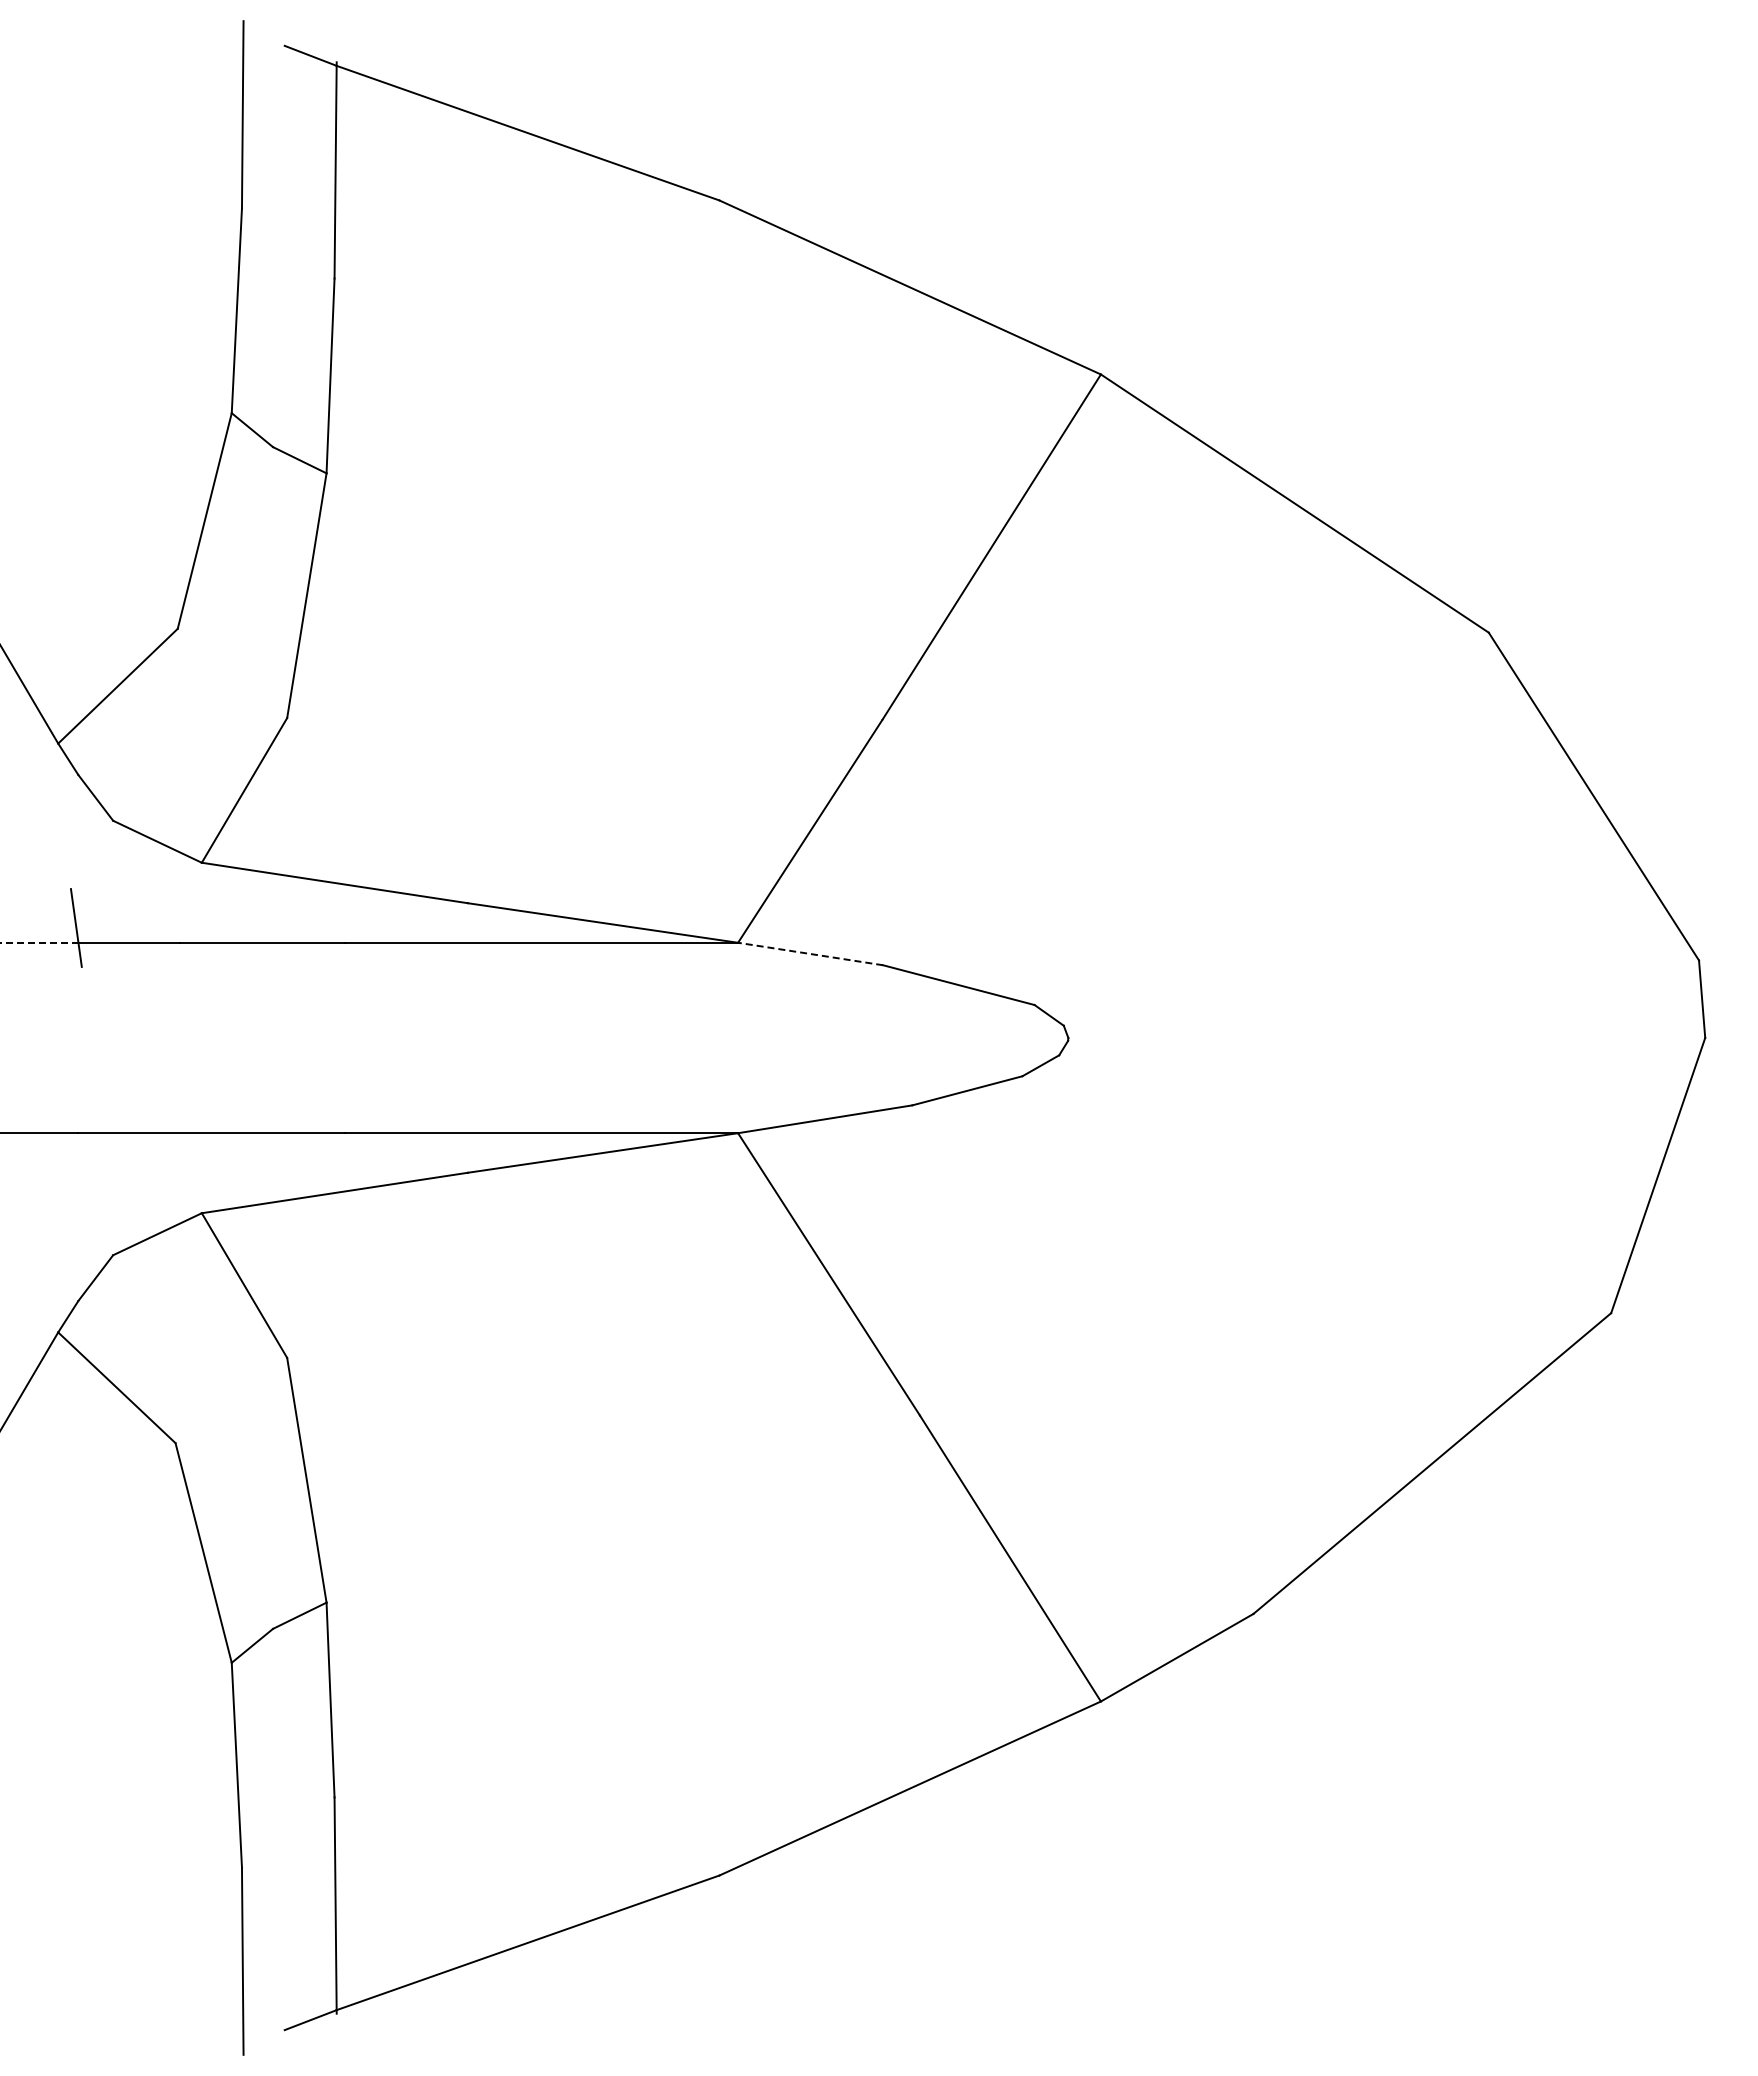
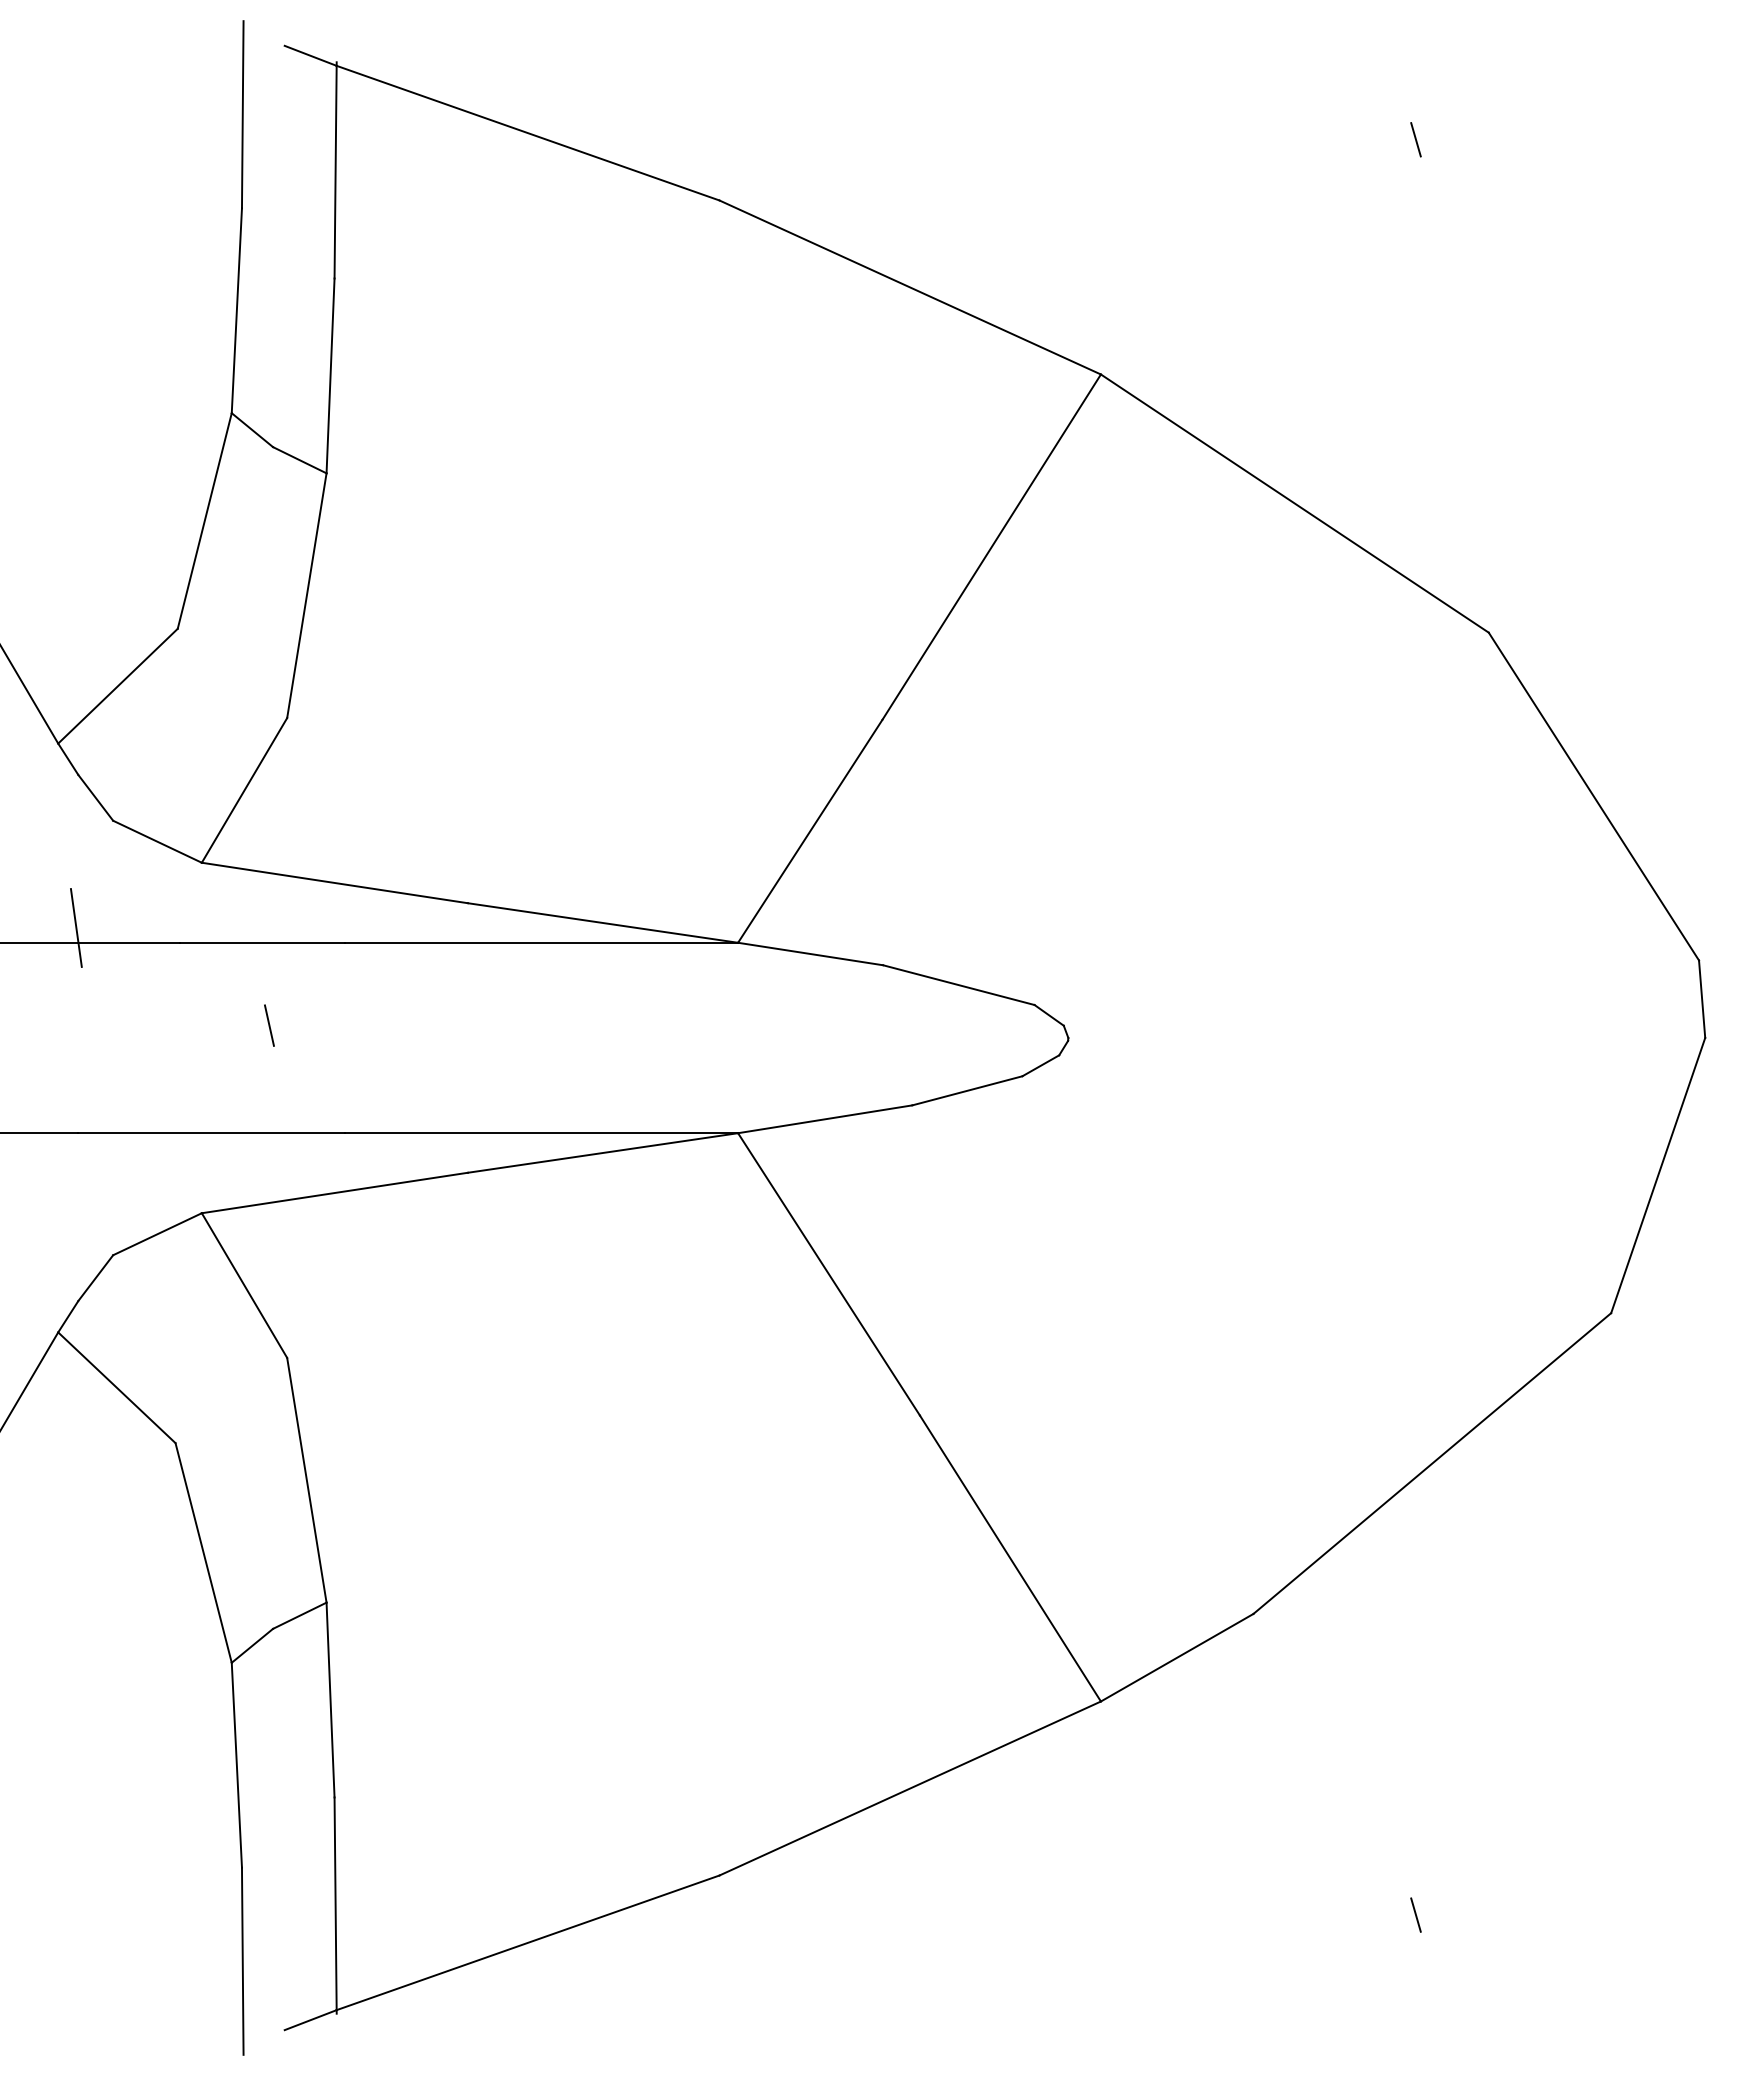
line at (1415, 139): none -> present
line at (39, 942): dashed -> solid
line at (810, 953): dashed -> solid
line at (268, 1025): none -> present
line at (1415, 1914): none -> present
